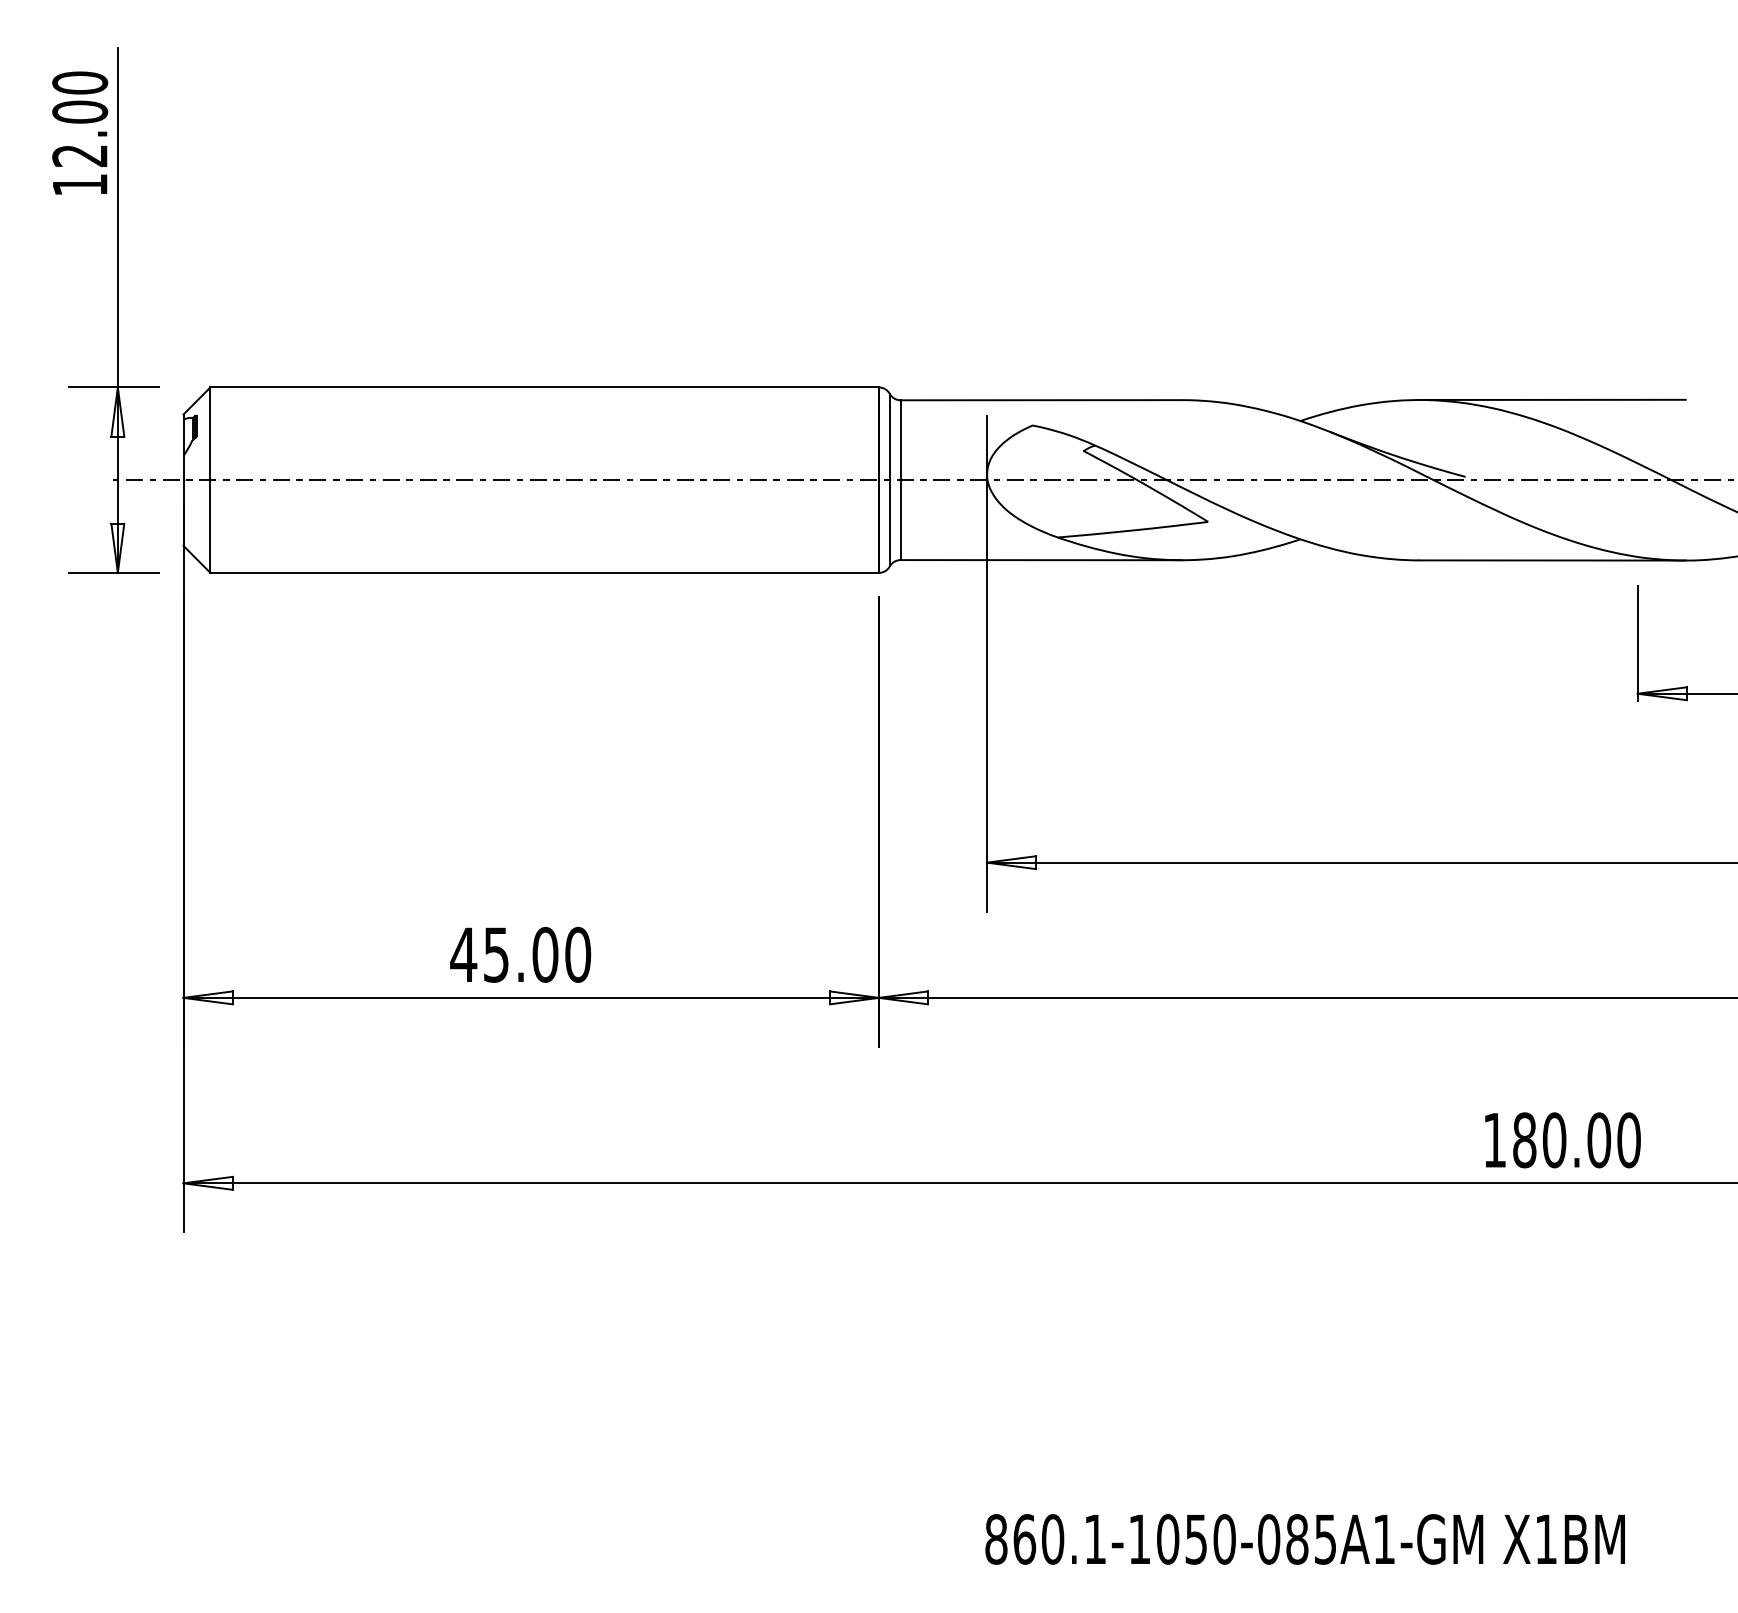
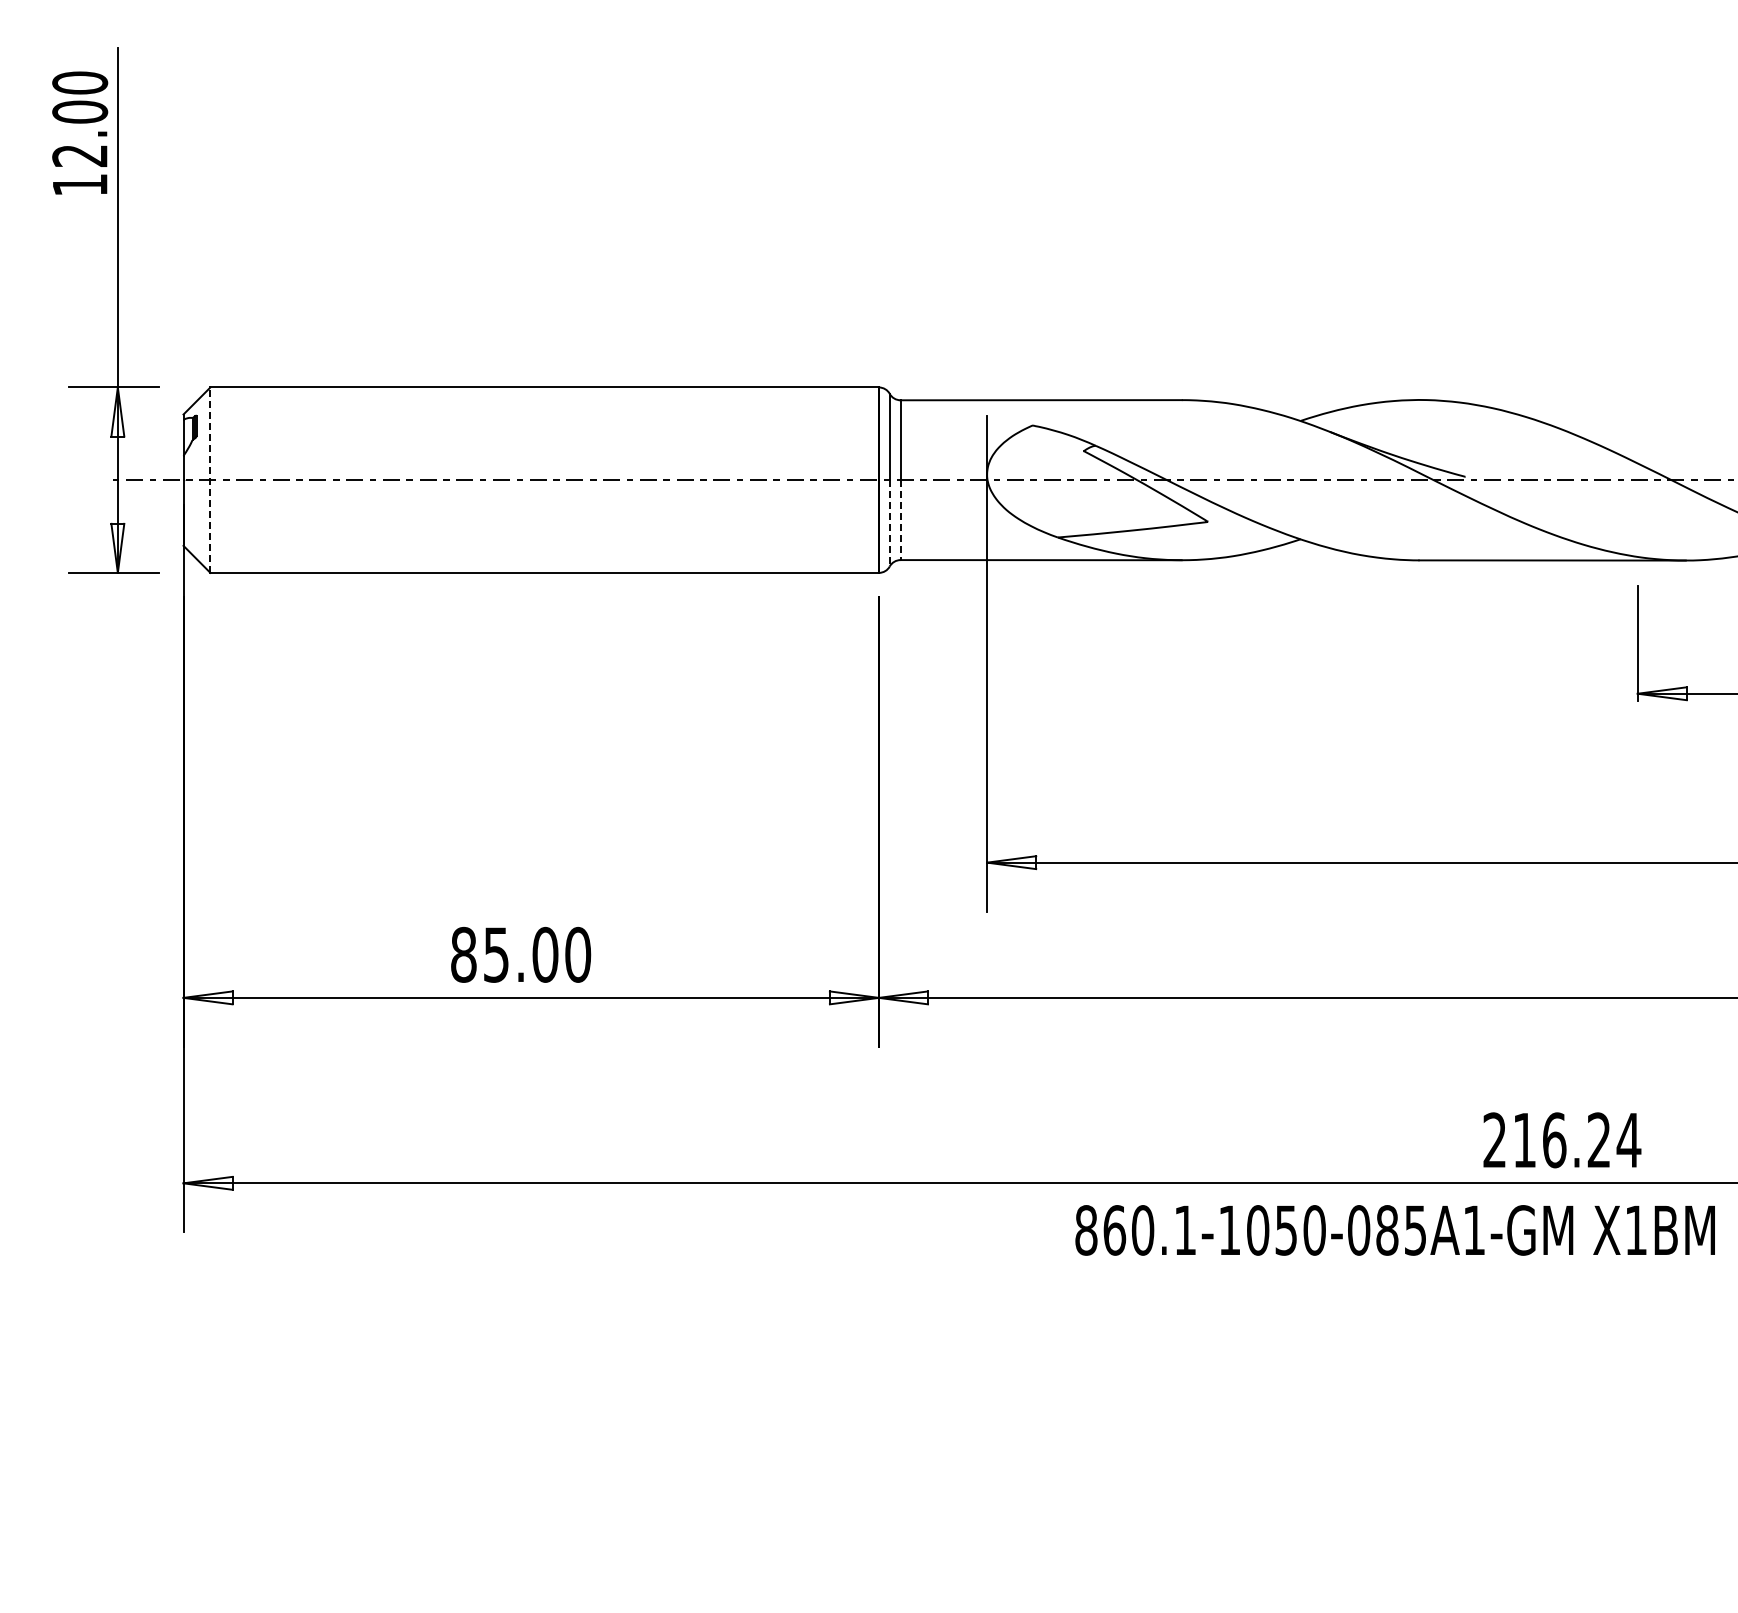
line at (1552, 399): present -> none
line at (210, 480): solid -> dashed
line at (900, 520): solid -> dashed
line at (889, 523): solid -> dashed
text at (463, 954): 45.00 -> 85.00
text at (1562, 1140): 180.00 -> 216.24
text at (1304, 1539) position: (1304, 1539) -> (1394, 1230)
